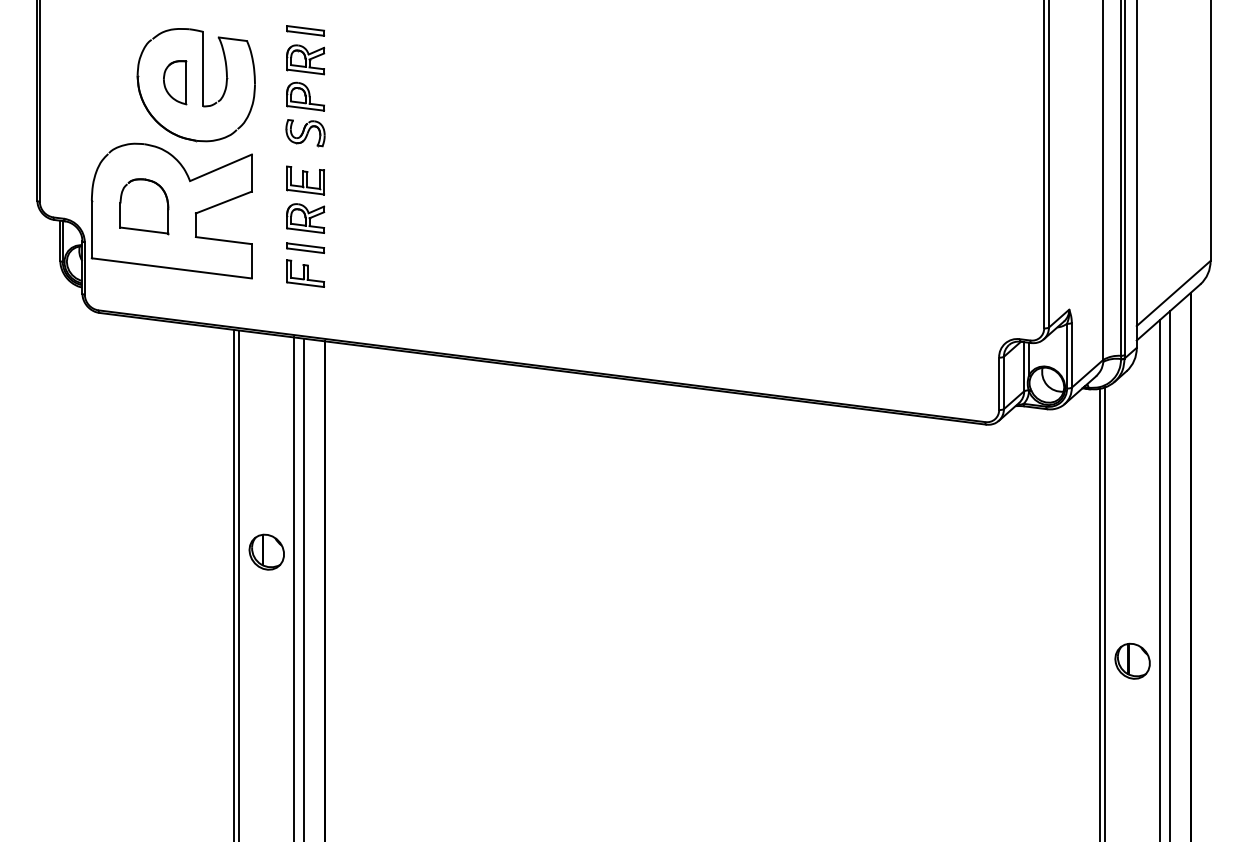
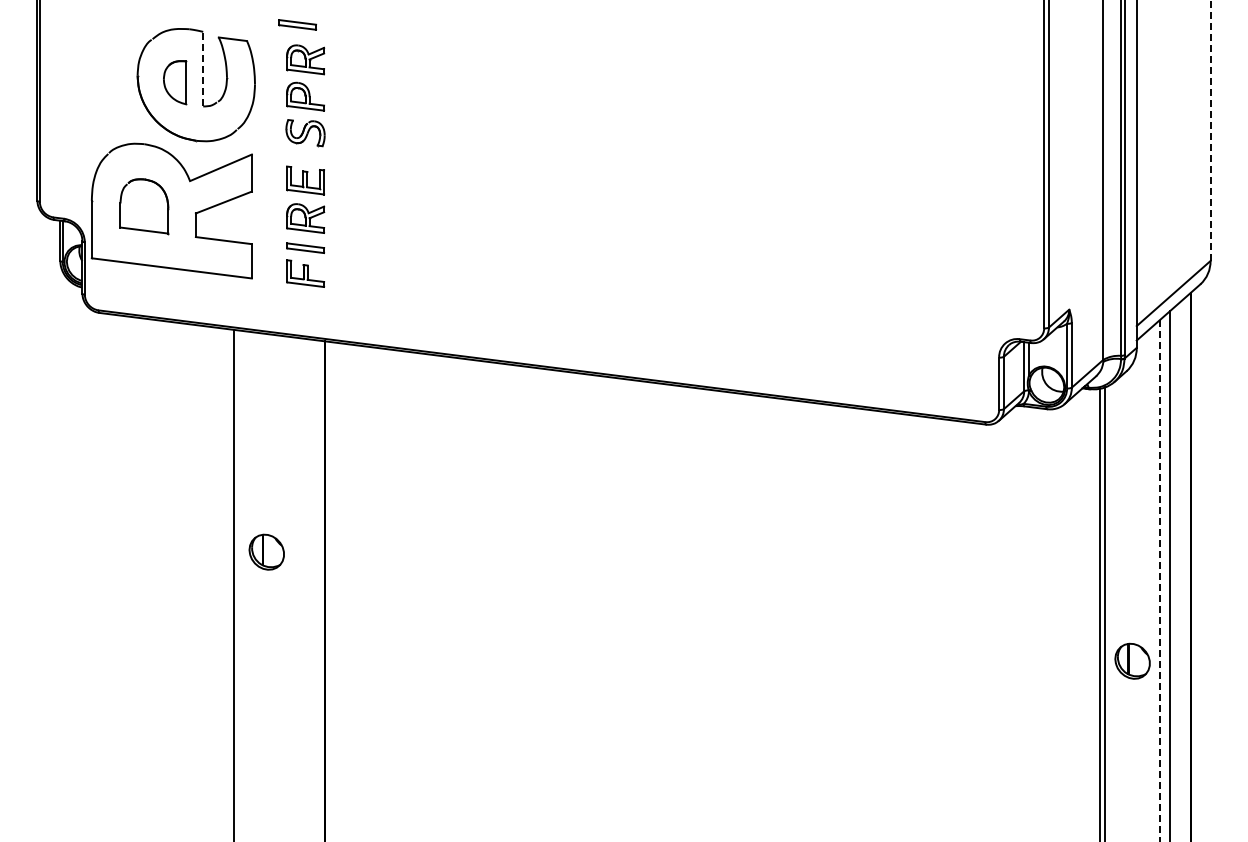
part at (305, 30) position: (305, 30) -> (297, 24)
line at (203, 68): solid -> dashed
line at (1210, 131): solid -> dashed
line at (1159, 580): solid -> dashed
line at (239, 584): present -> none
line at (294, 587): present -> none
line at (304, 588): present -> none
